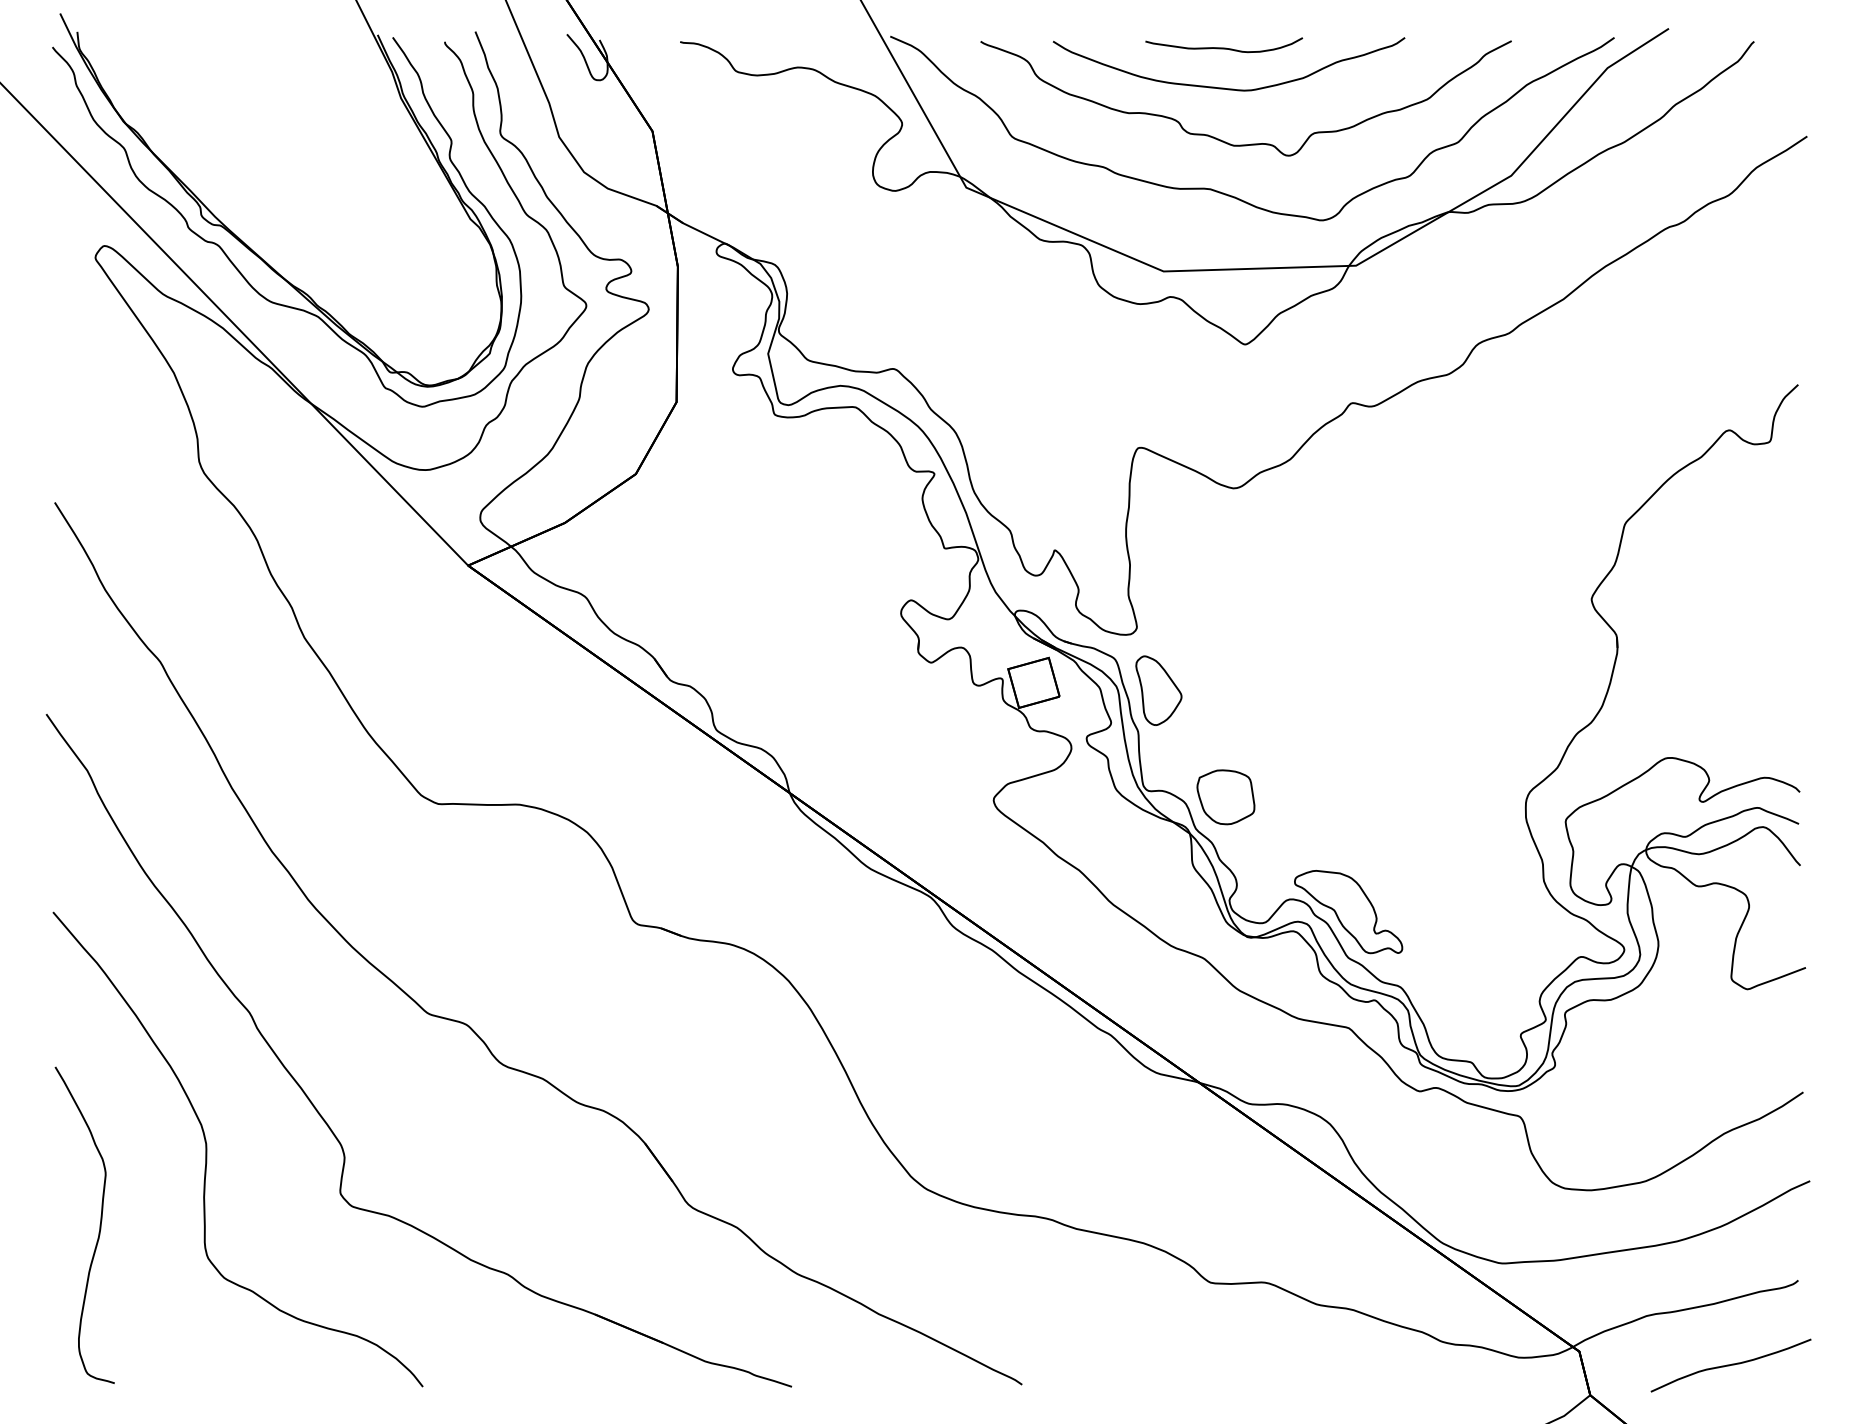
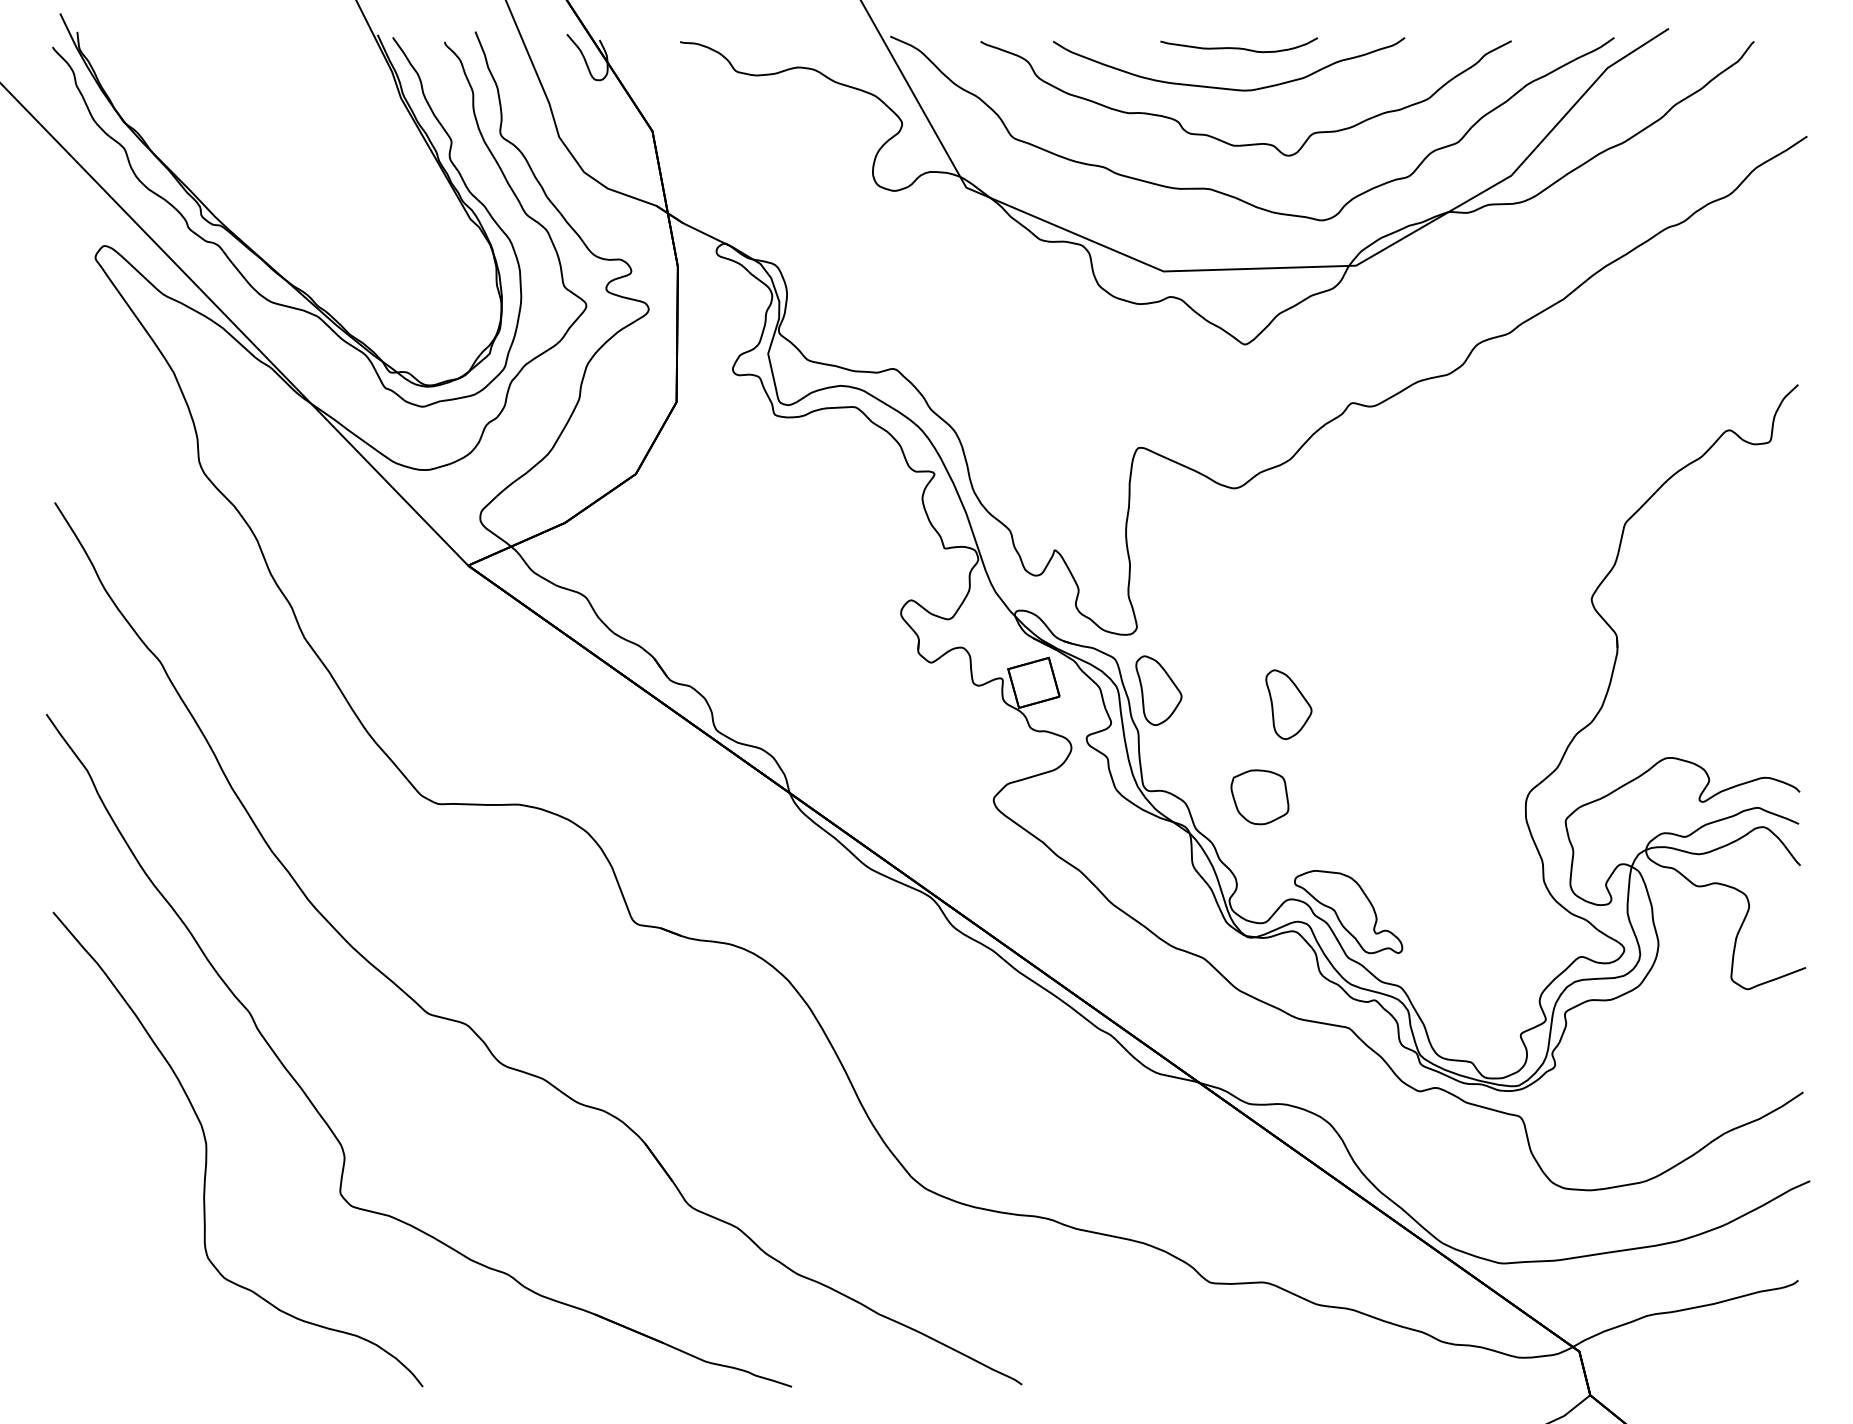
curve at (1224, 47) position: (1224, 47) -> (1239, 47)
part at (1288, 704): none -> present
part at (1225, 797) position: (1225, 797) -> (1259, 797)
curve at (99, 1224): present -> none
curve at (1730, 1365): present -> none
